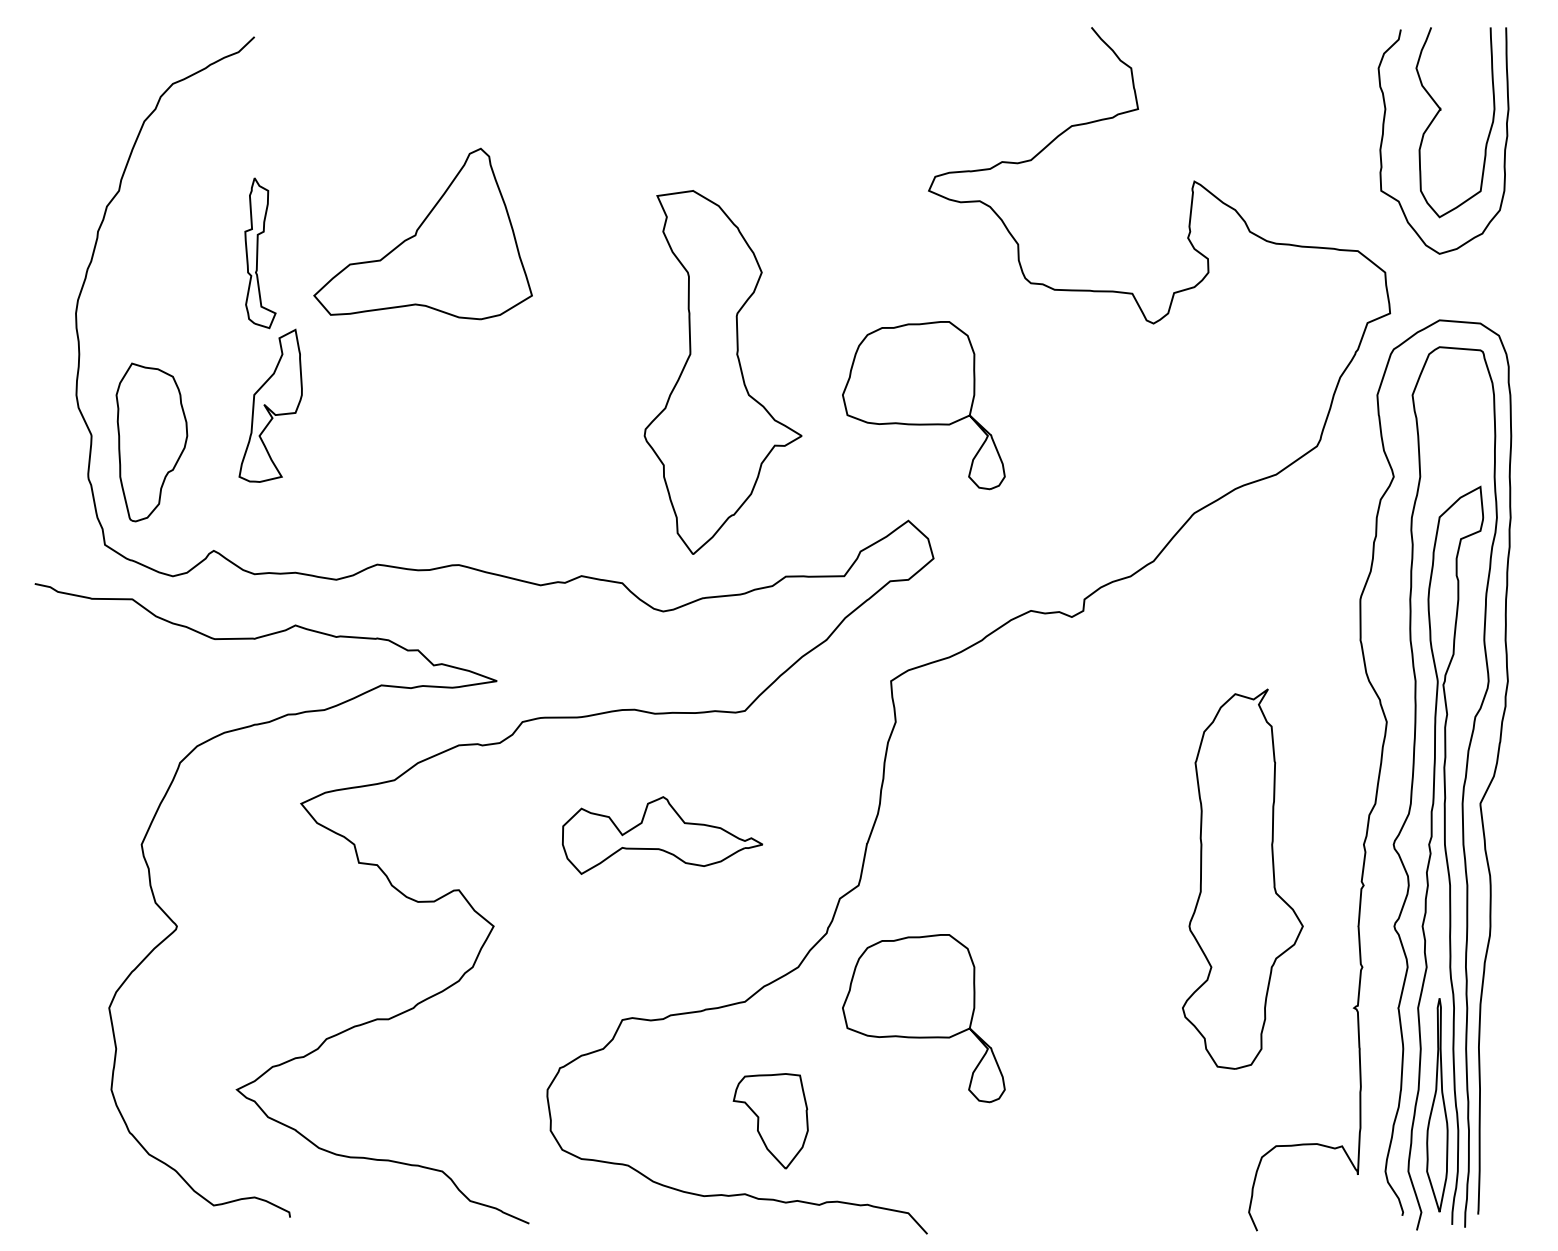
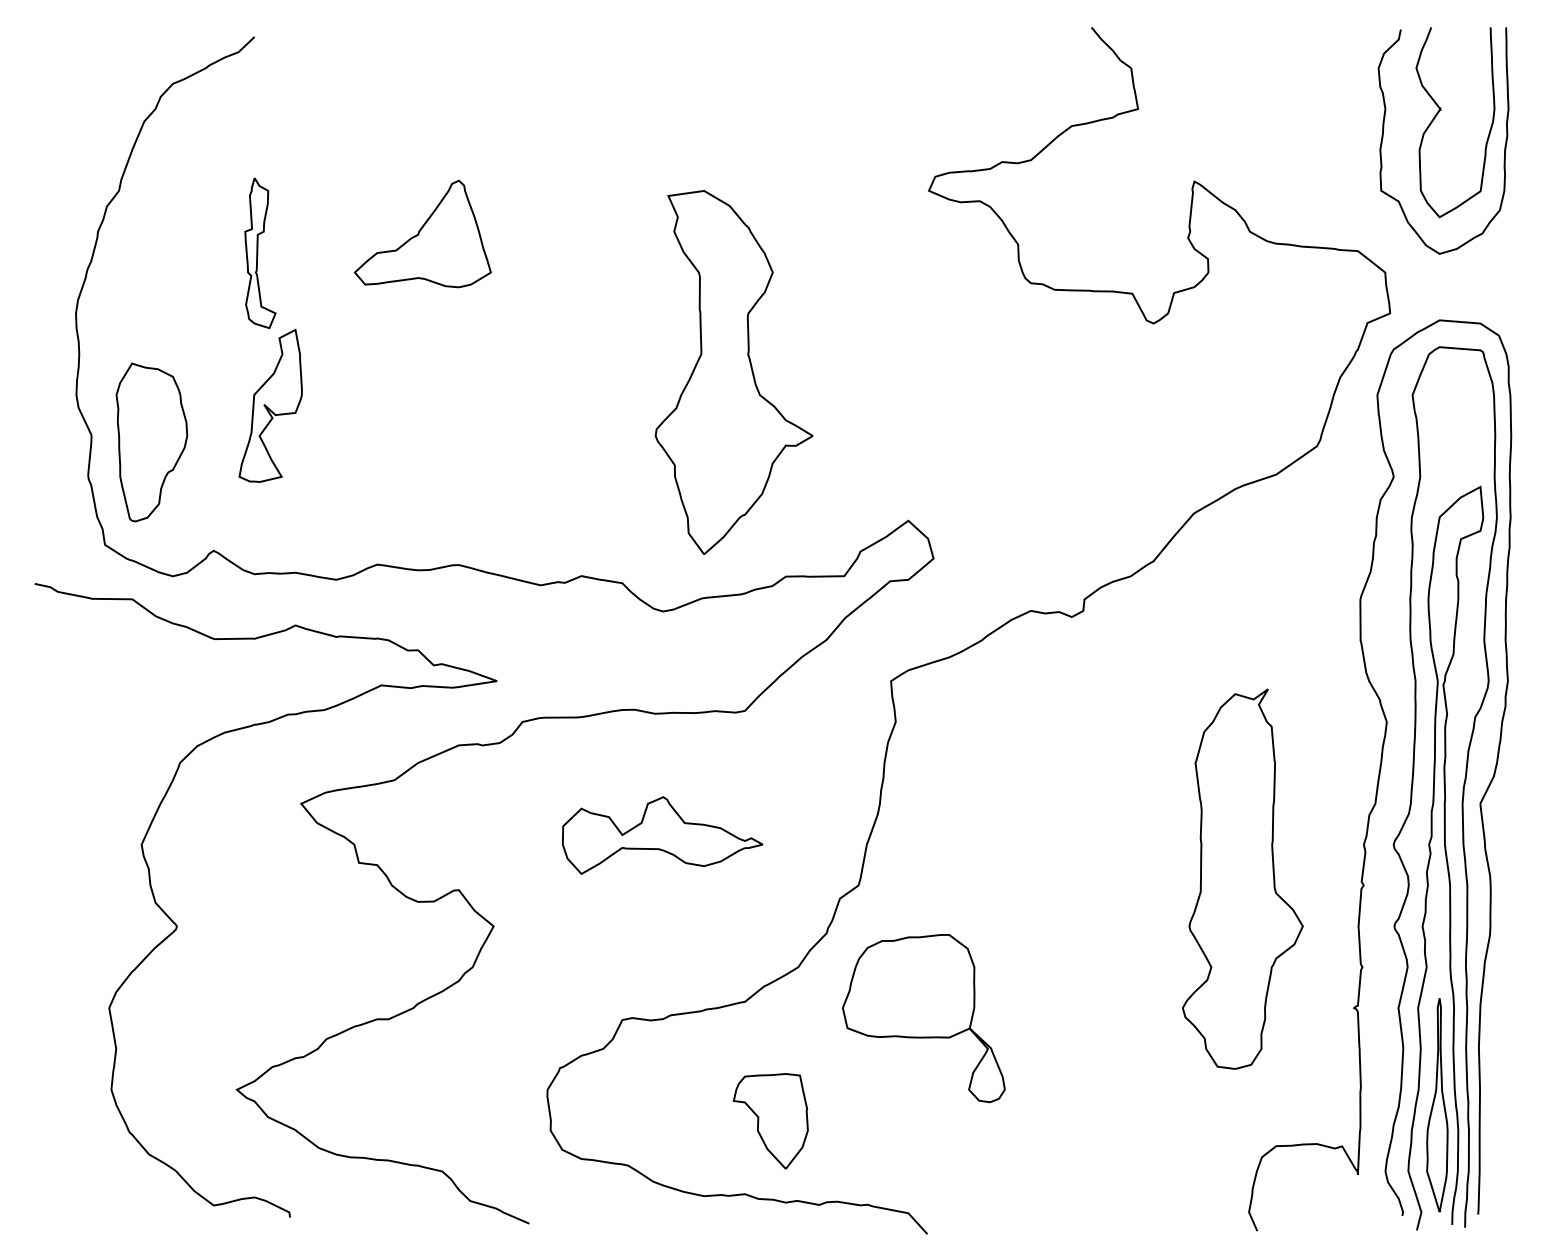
part at (422, 233) size: 220x174 px -> 139x110 px
part at (722, 372) position: (722, 372) -> (733, 372)
part at (923, 405): present -> none
